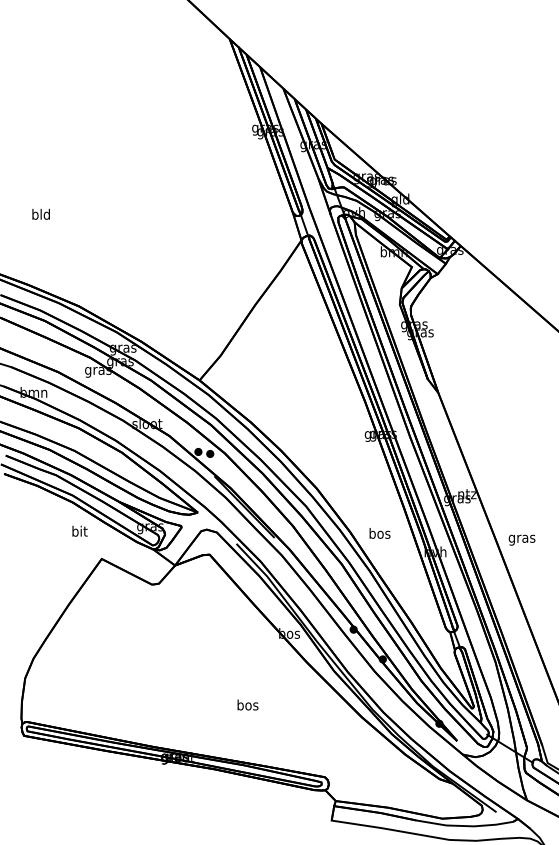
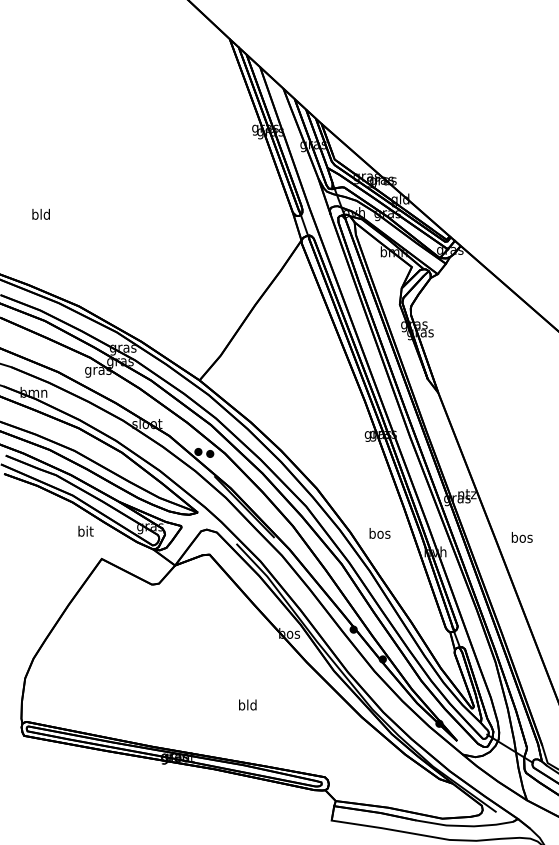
text at (79, 530) position: (79, 530) -> (85, 530)
text at (521, 538): gras -> bos
text at (247, 704): bos -> bld
